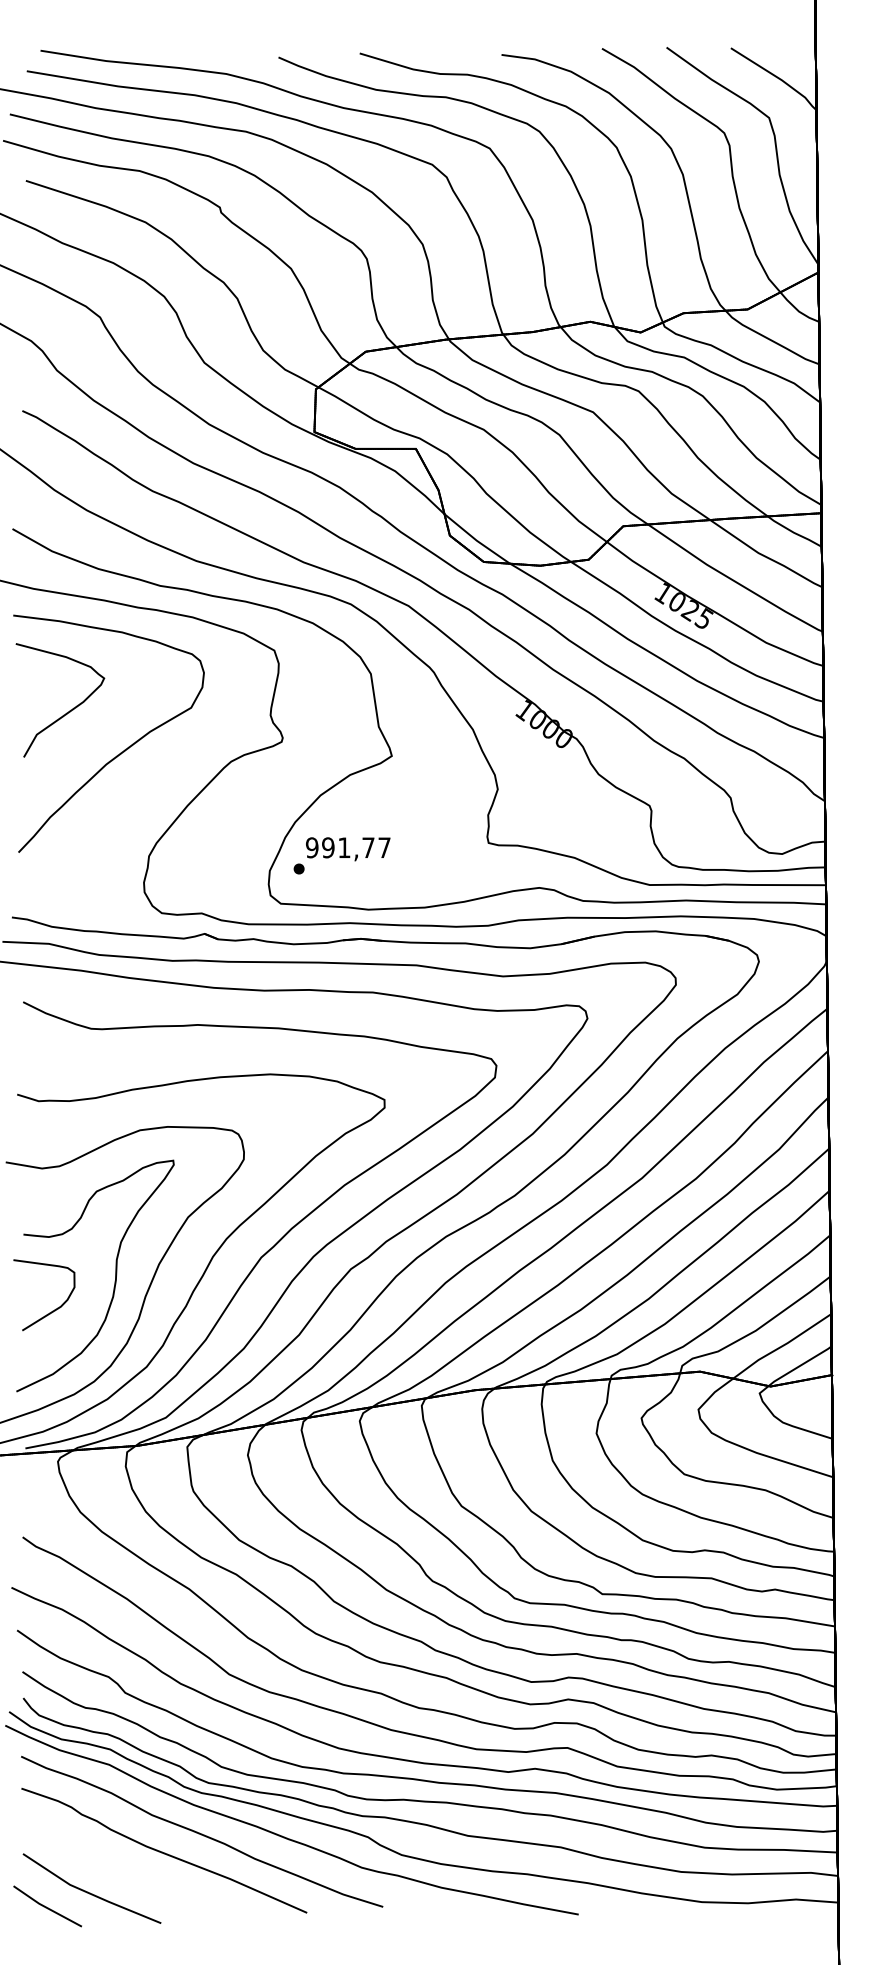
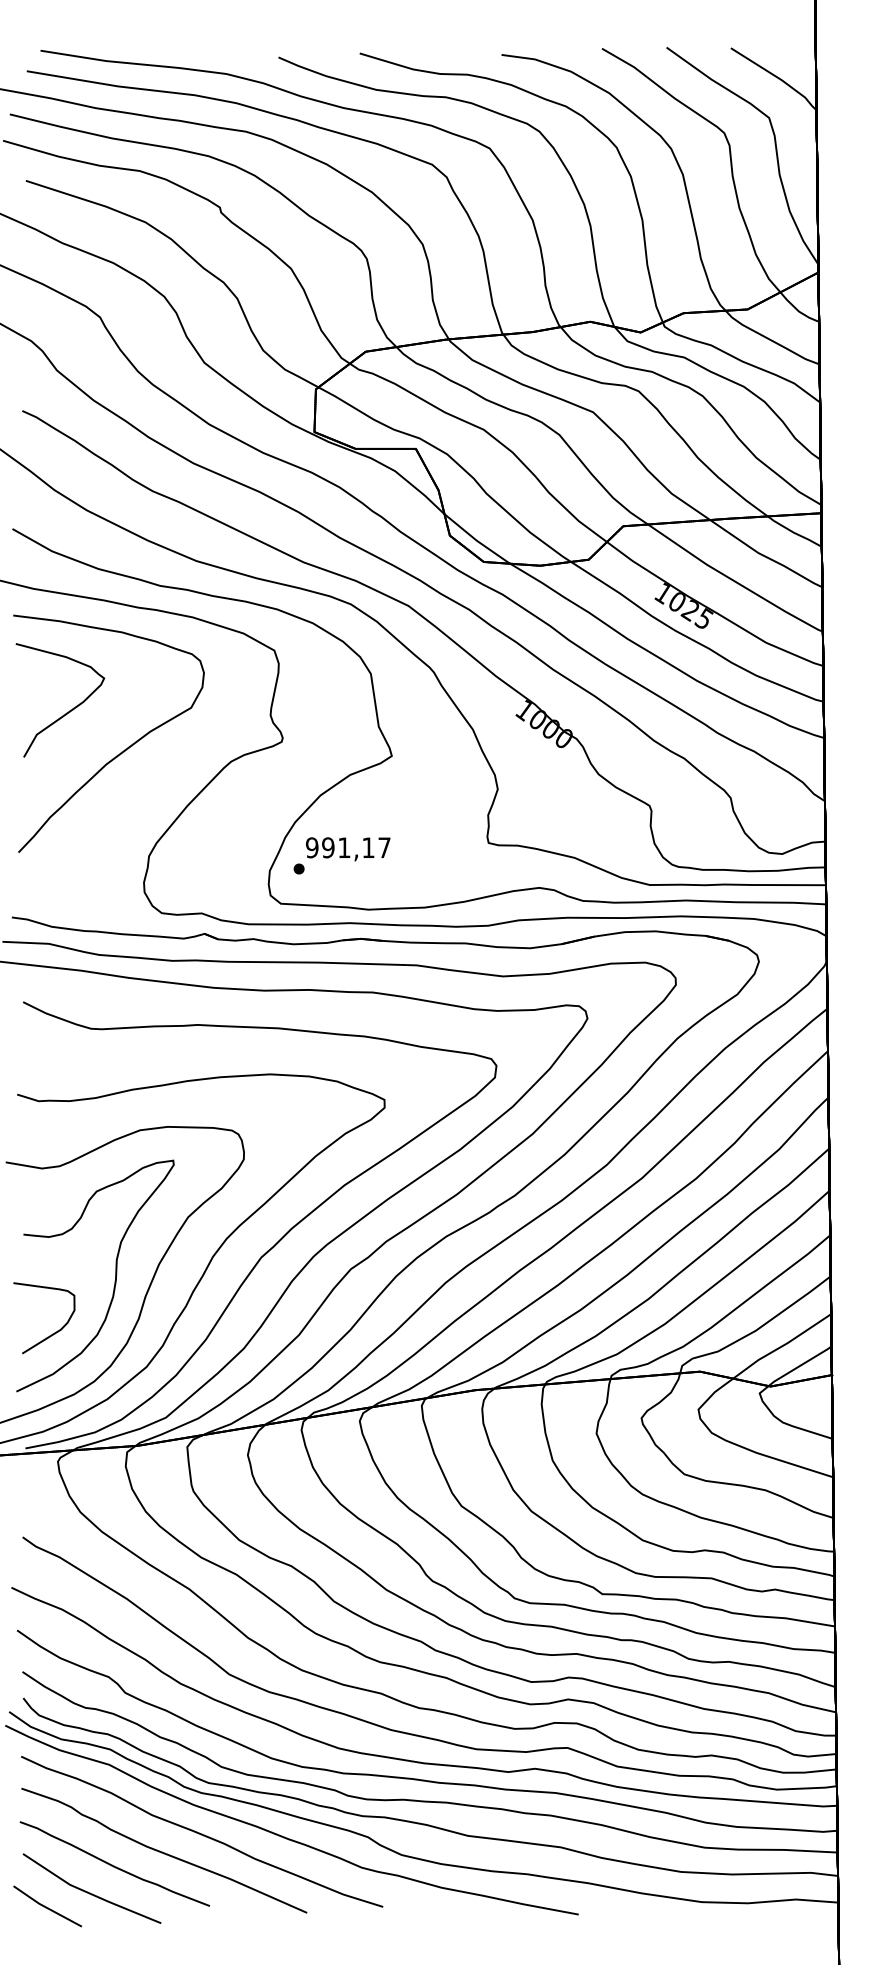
text at (368, 847): 991,77 -> 991,17
curve at (52, 1310) position: (52, 1310) -> (52, 1333)
curve at (114, 1865): none -> present
